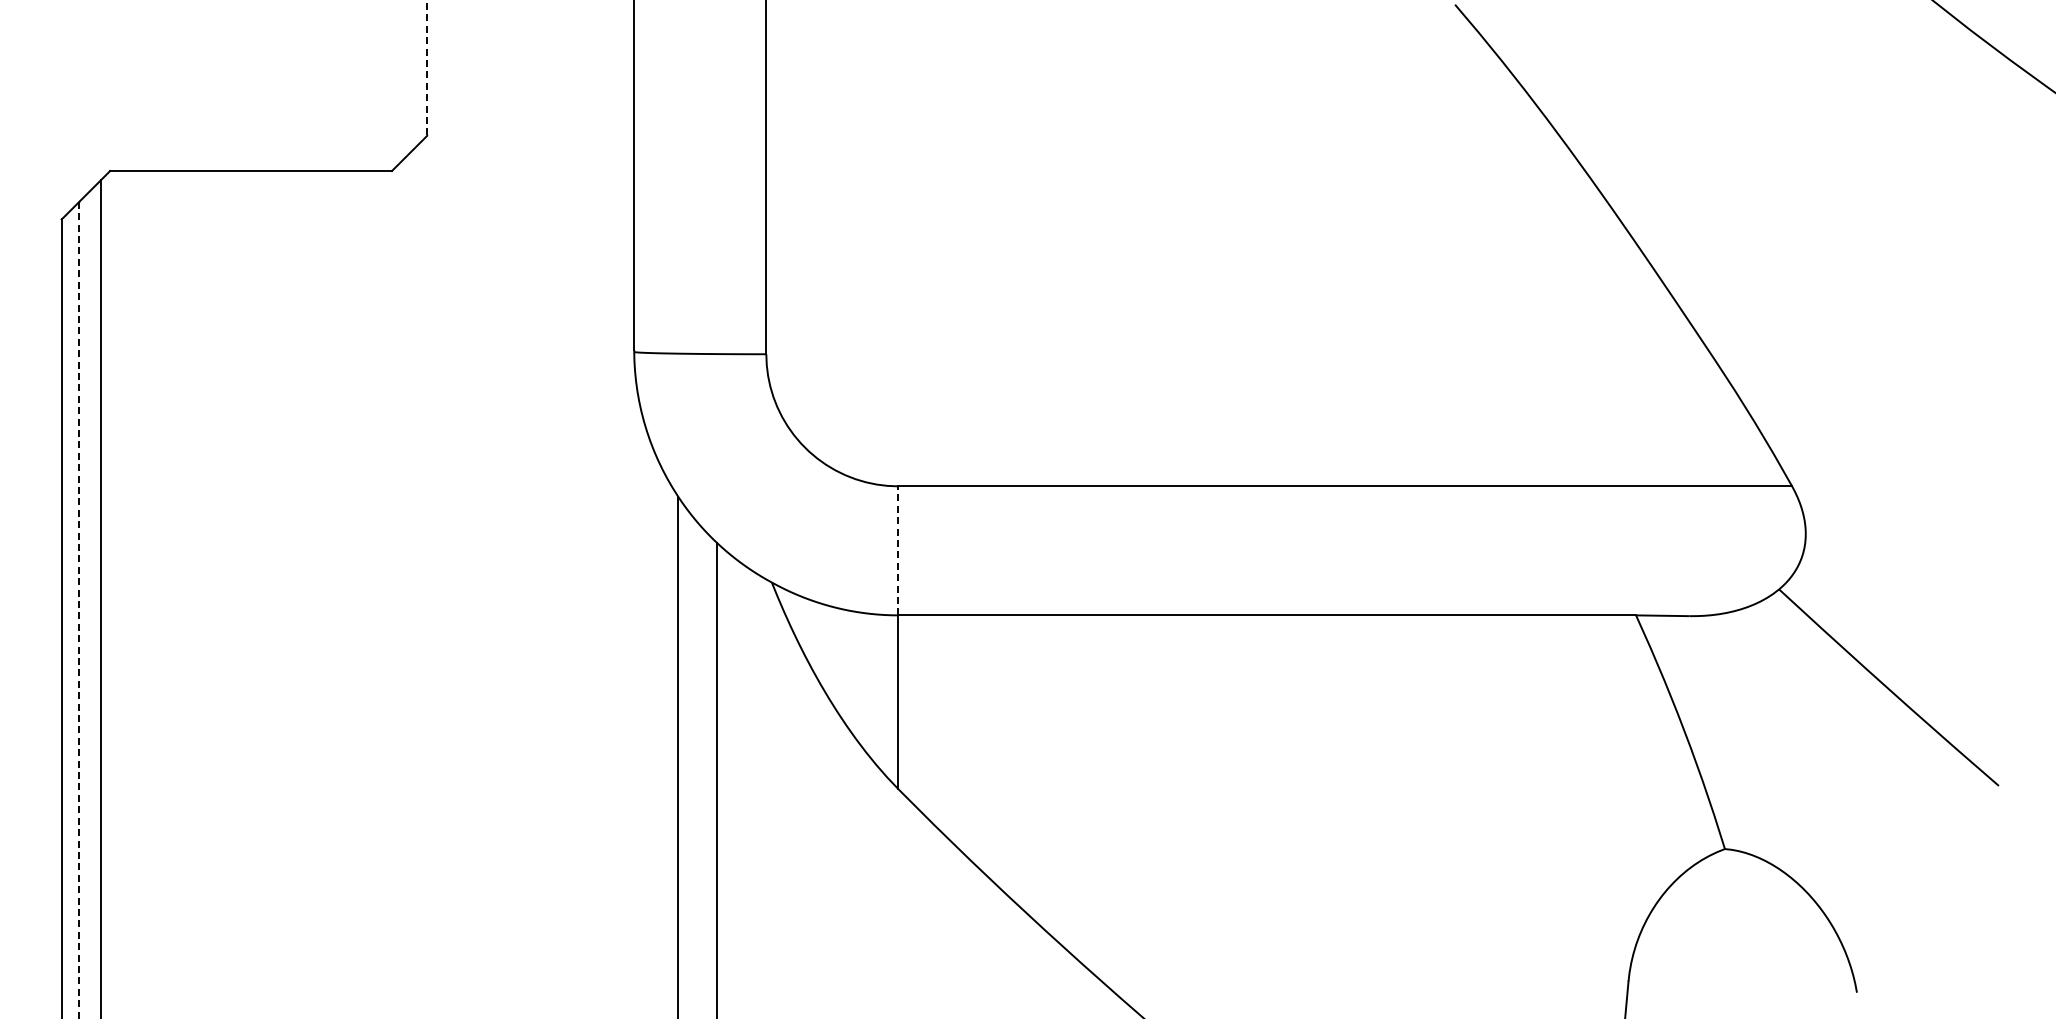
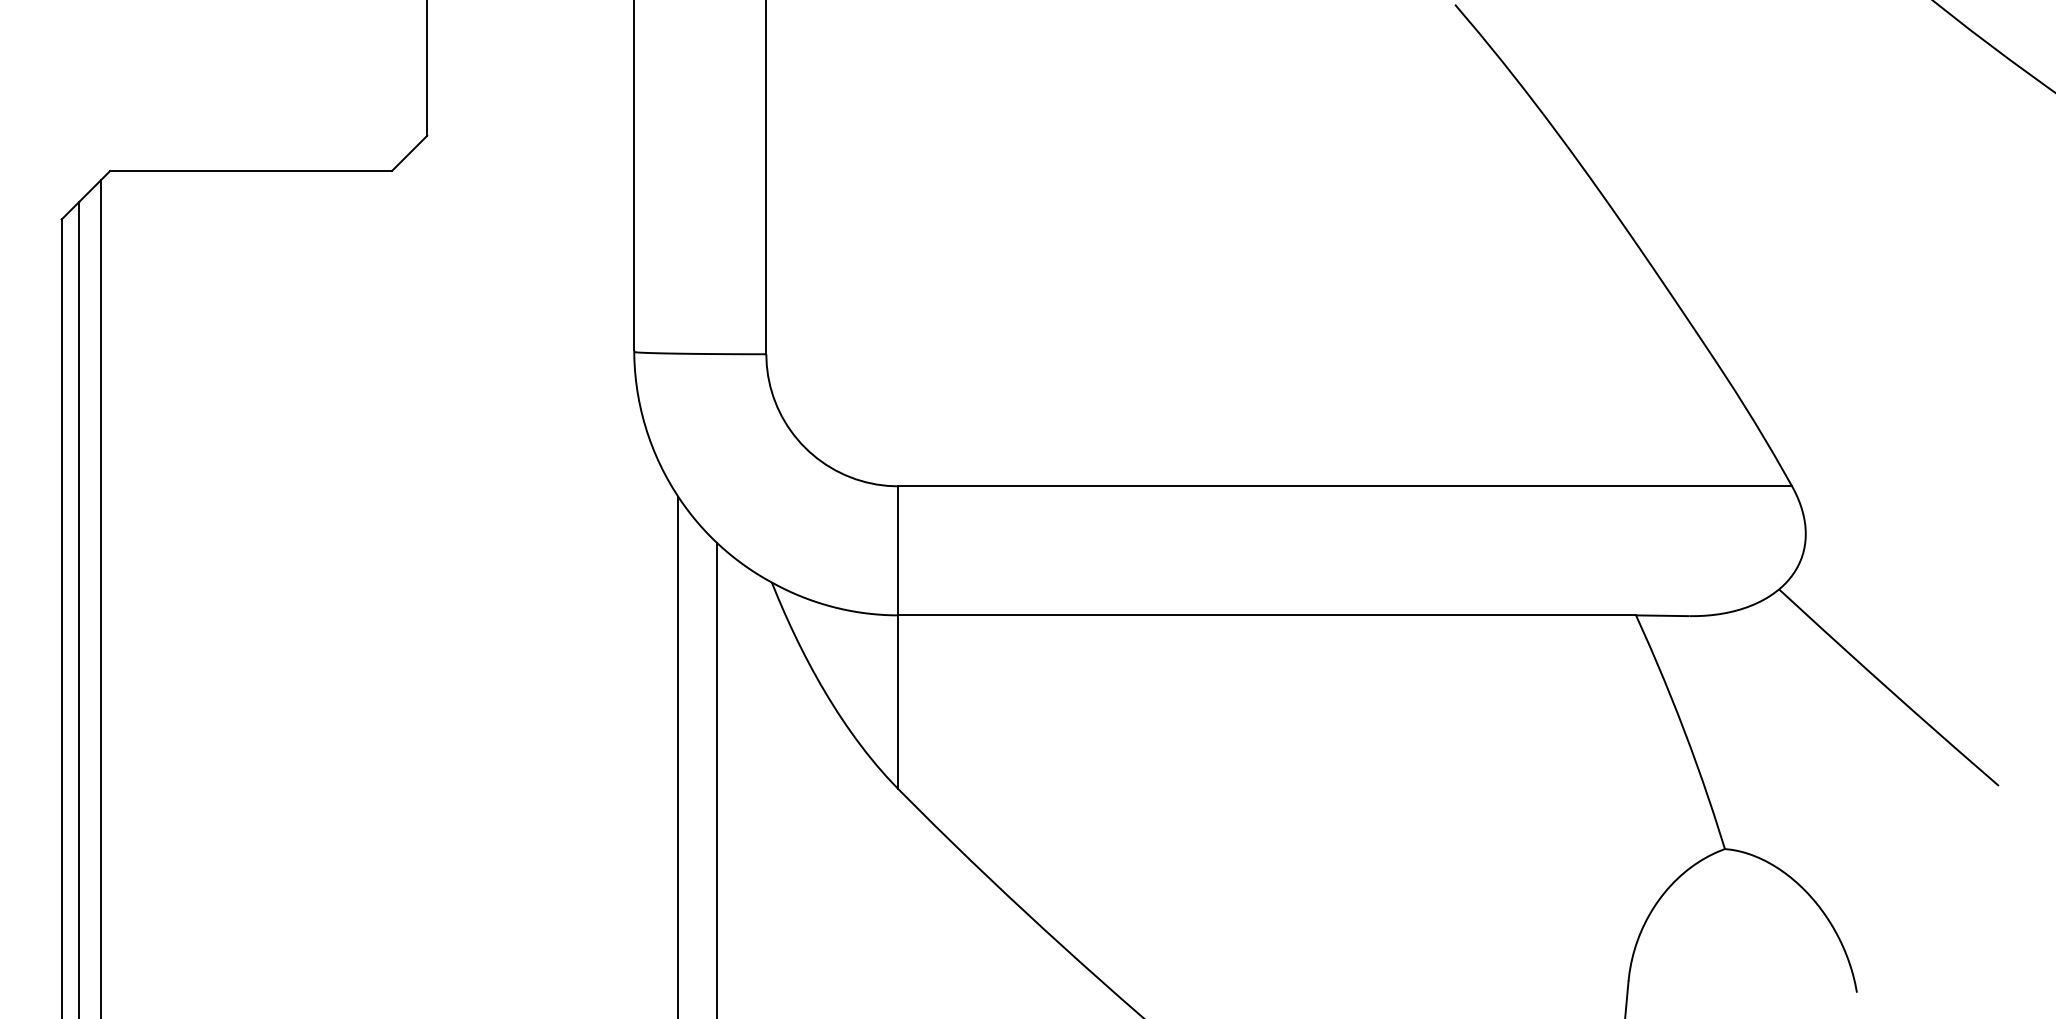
line at (427, 67): dashed -> solid
line at (898, 550): dashed -> solid
line at (79, 610): dashed -> solid
